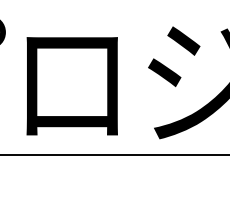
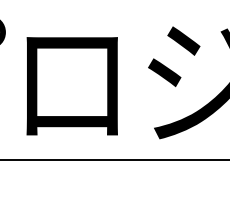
line at (114, 155) position: (114, 155) -> (114, 160)
